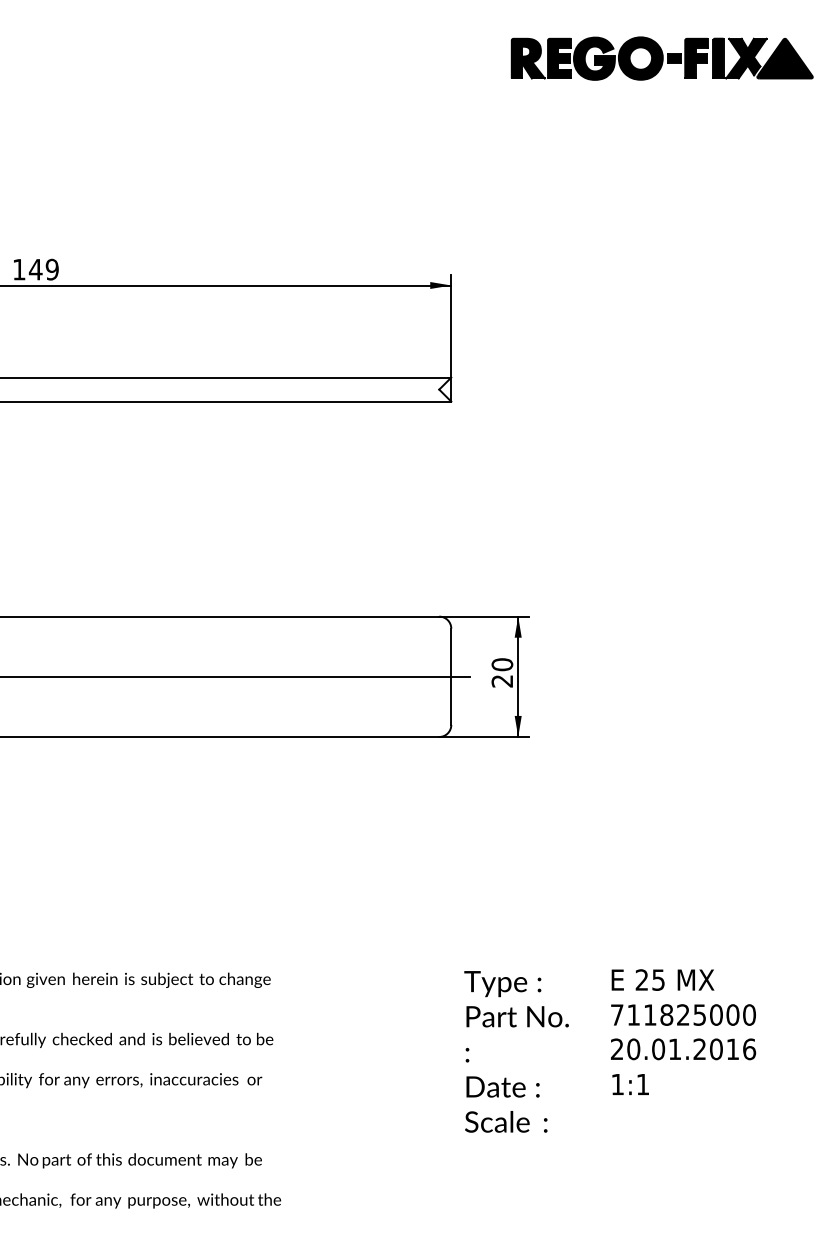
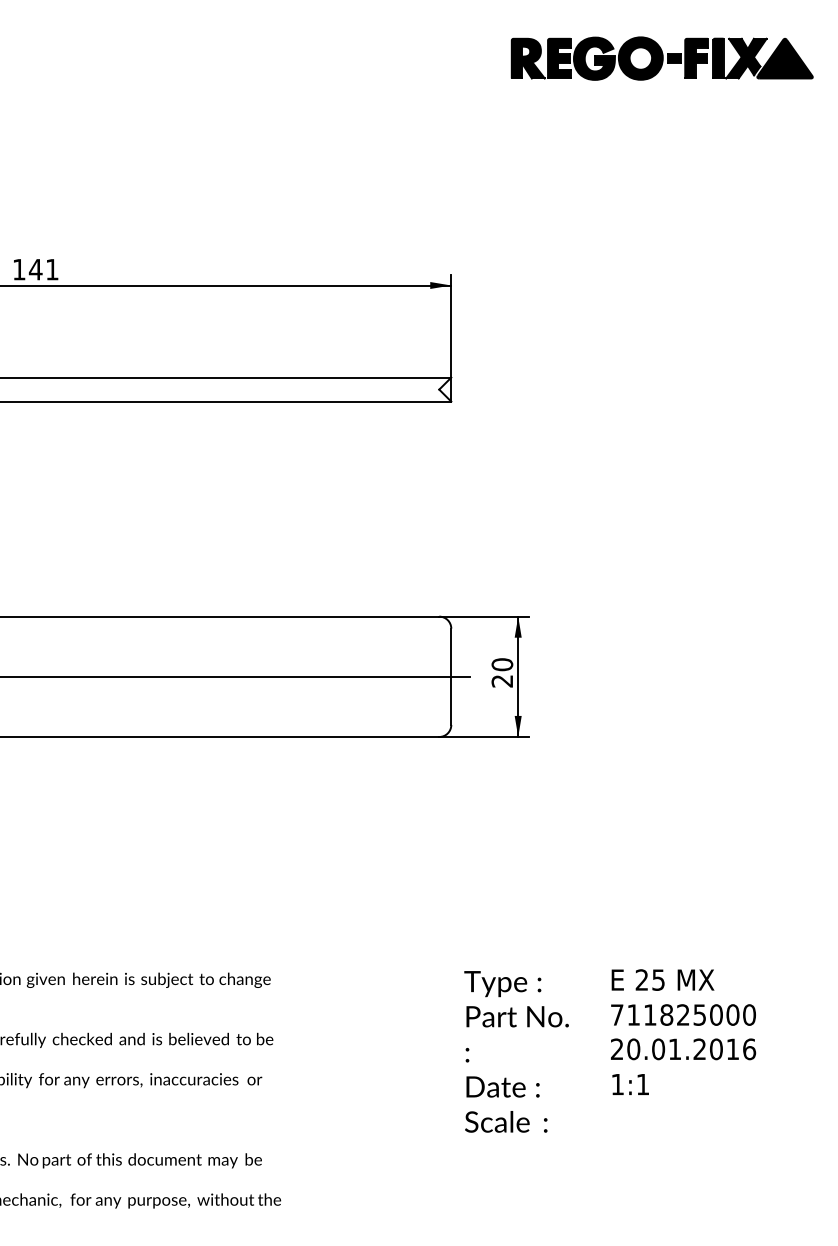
text at (51, 269): 149 -> 141
